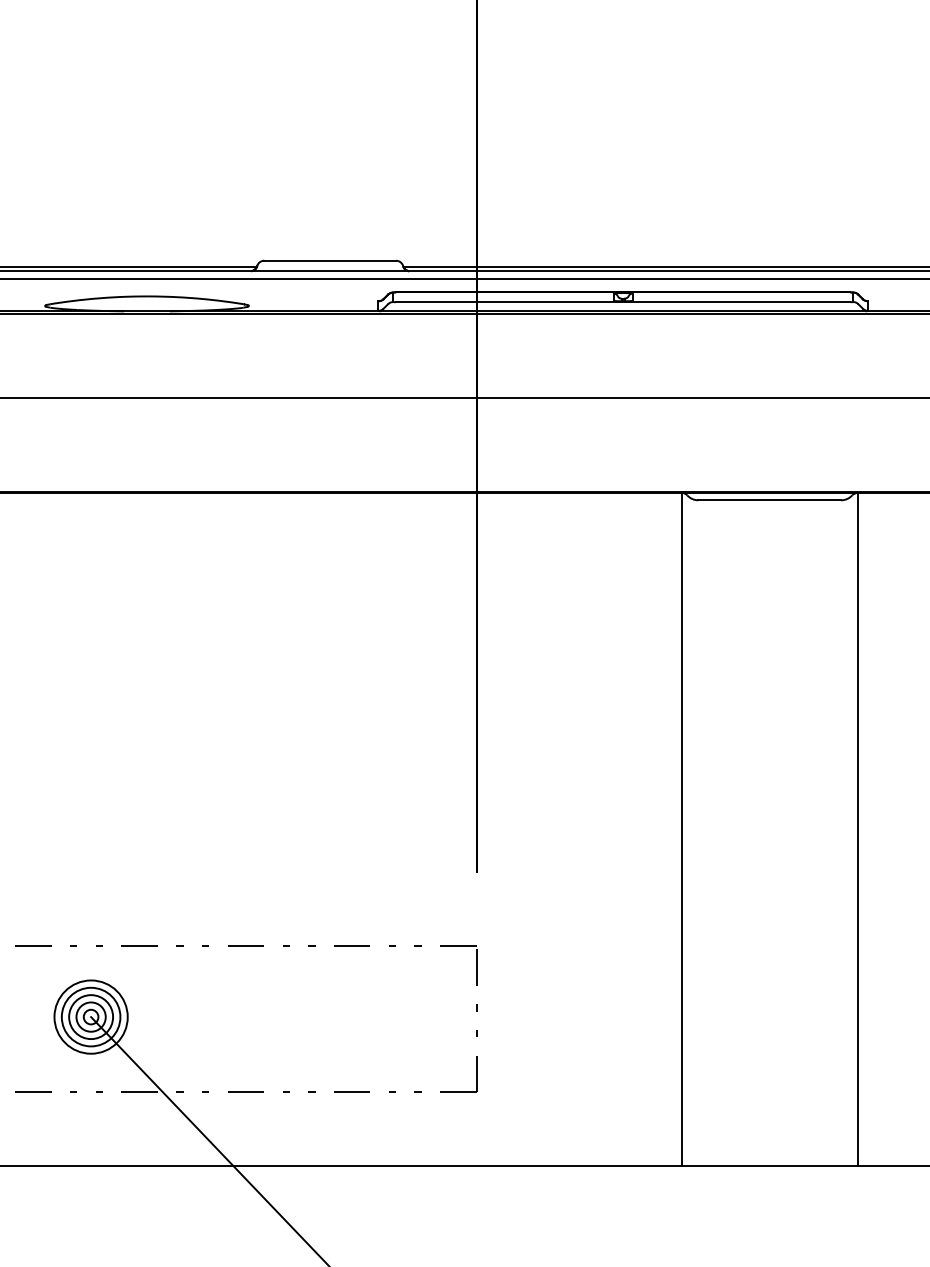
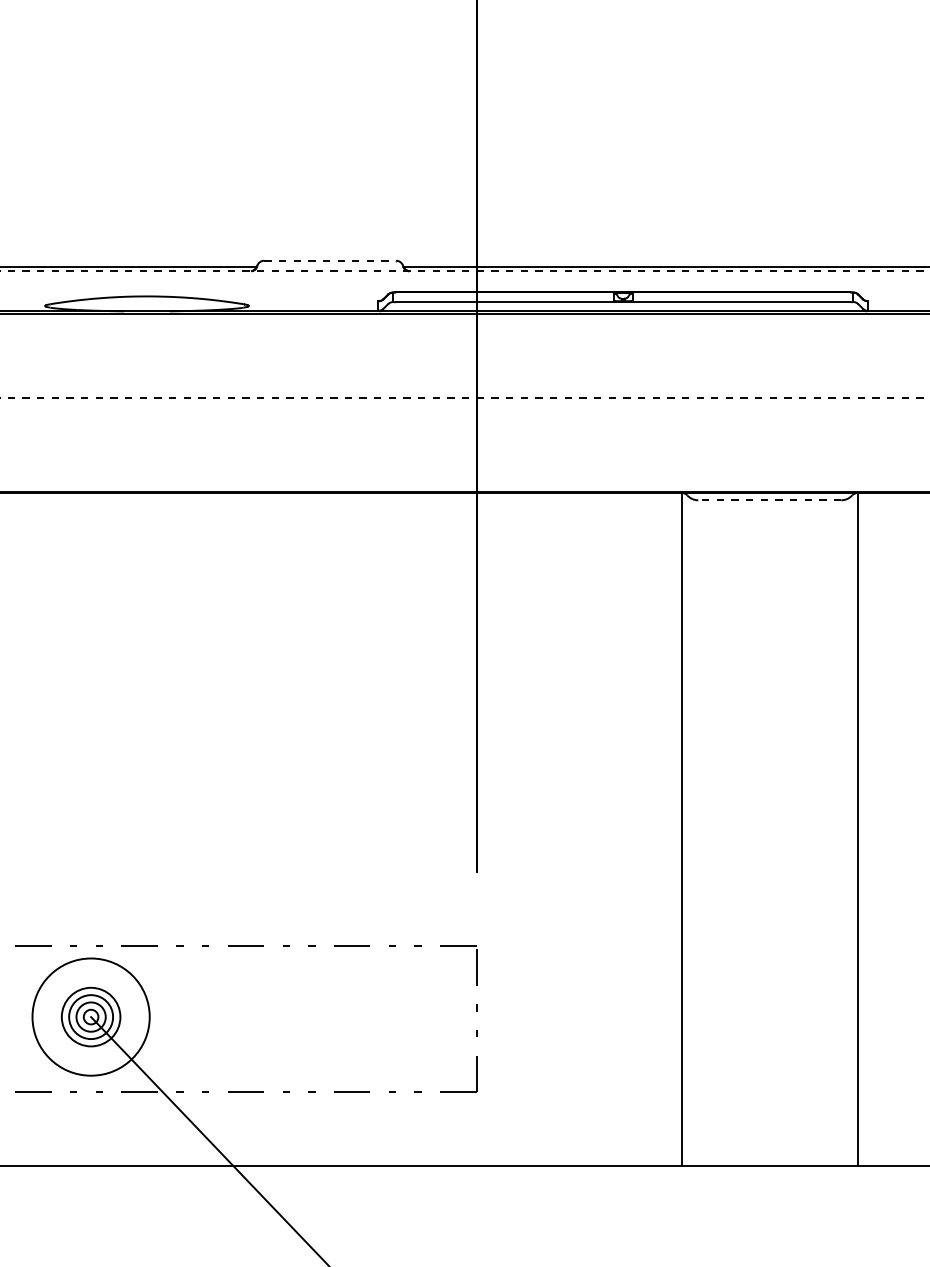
line at (330, 260): solid -> dashed
line at (465, 271): solid -> dashed
line at (464, 278): present -> none
line at (465, 398): solid -> dashed
line at (769, 500): solid -> dashed
circle at (90, 1016) diameter: 73 px -> 117 px
